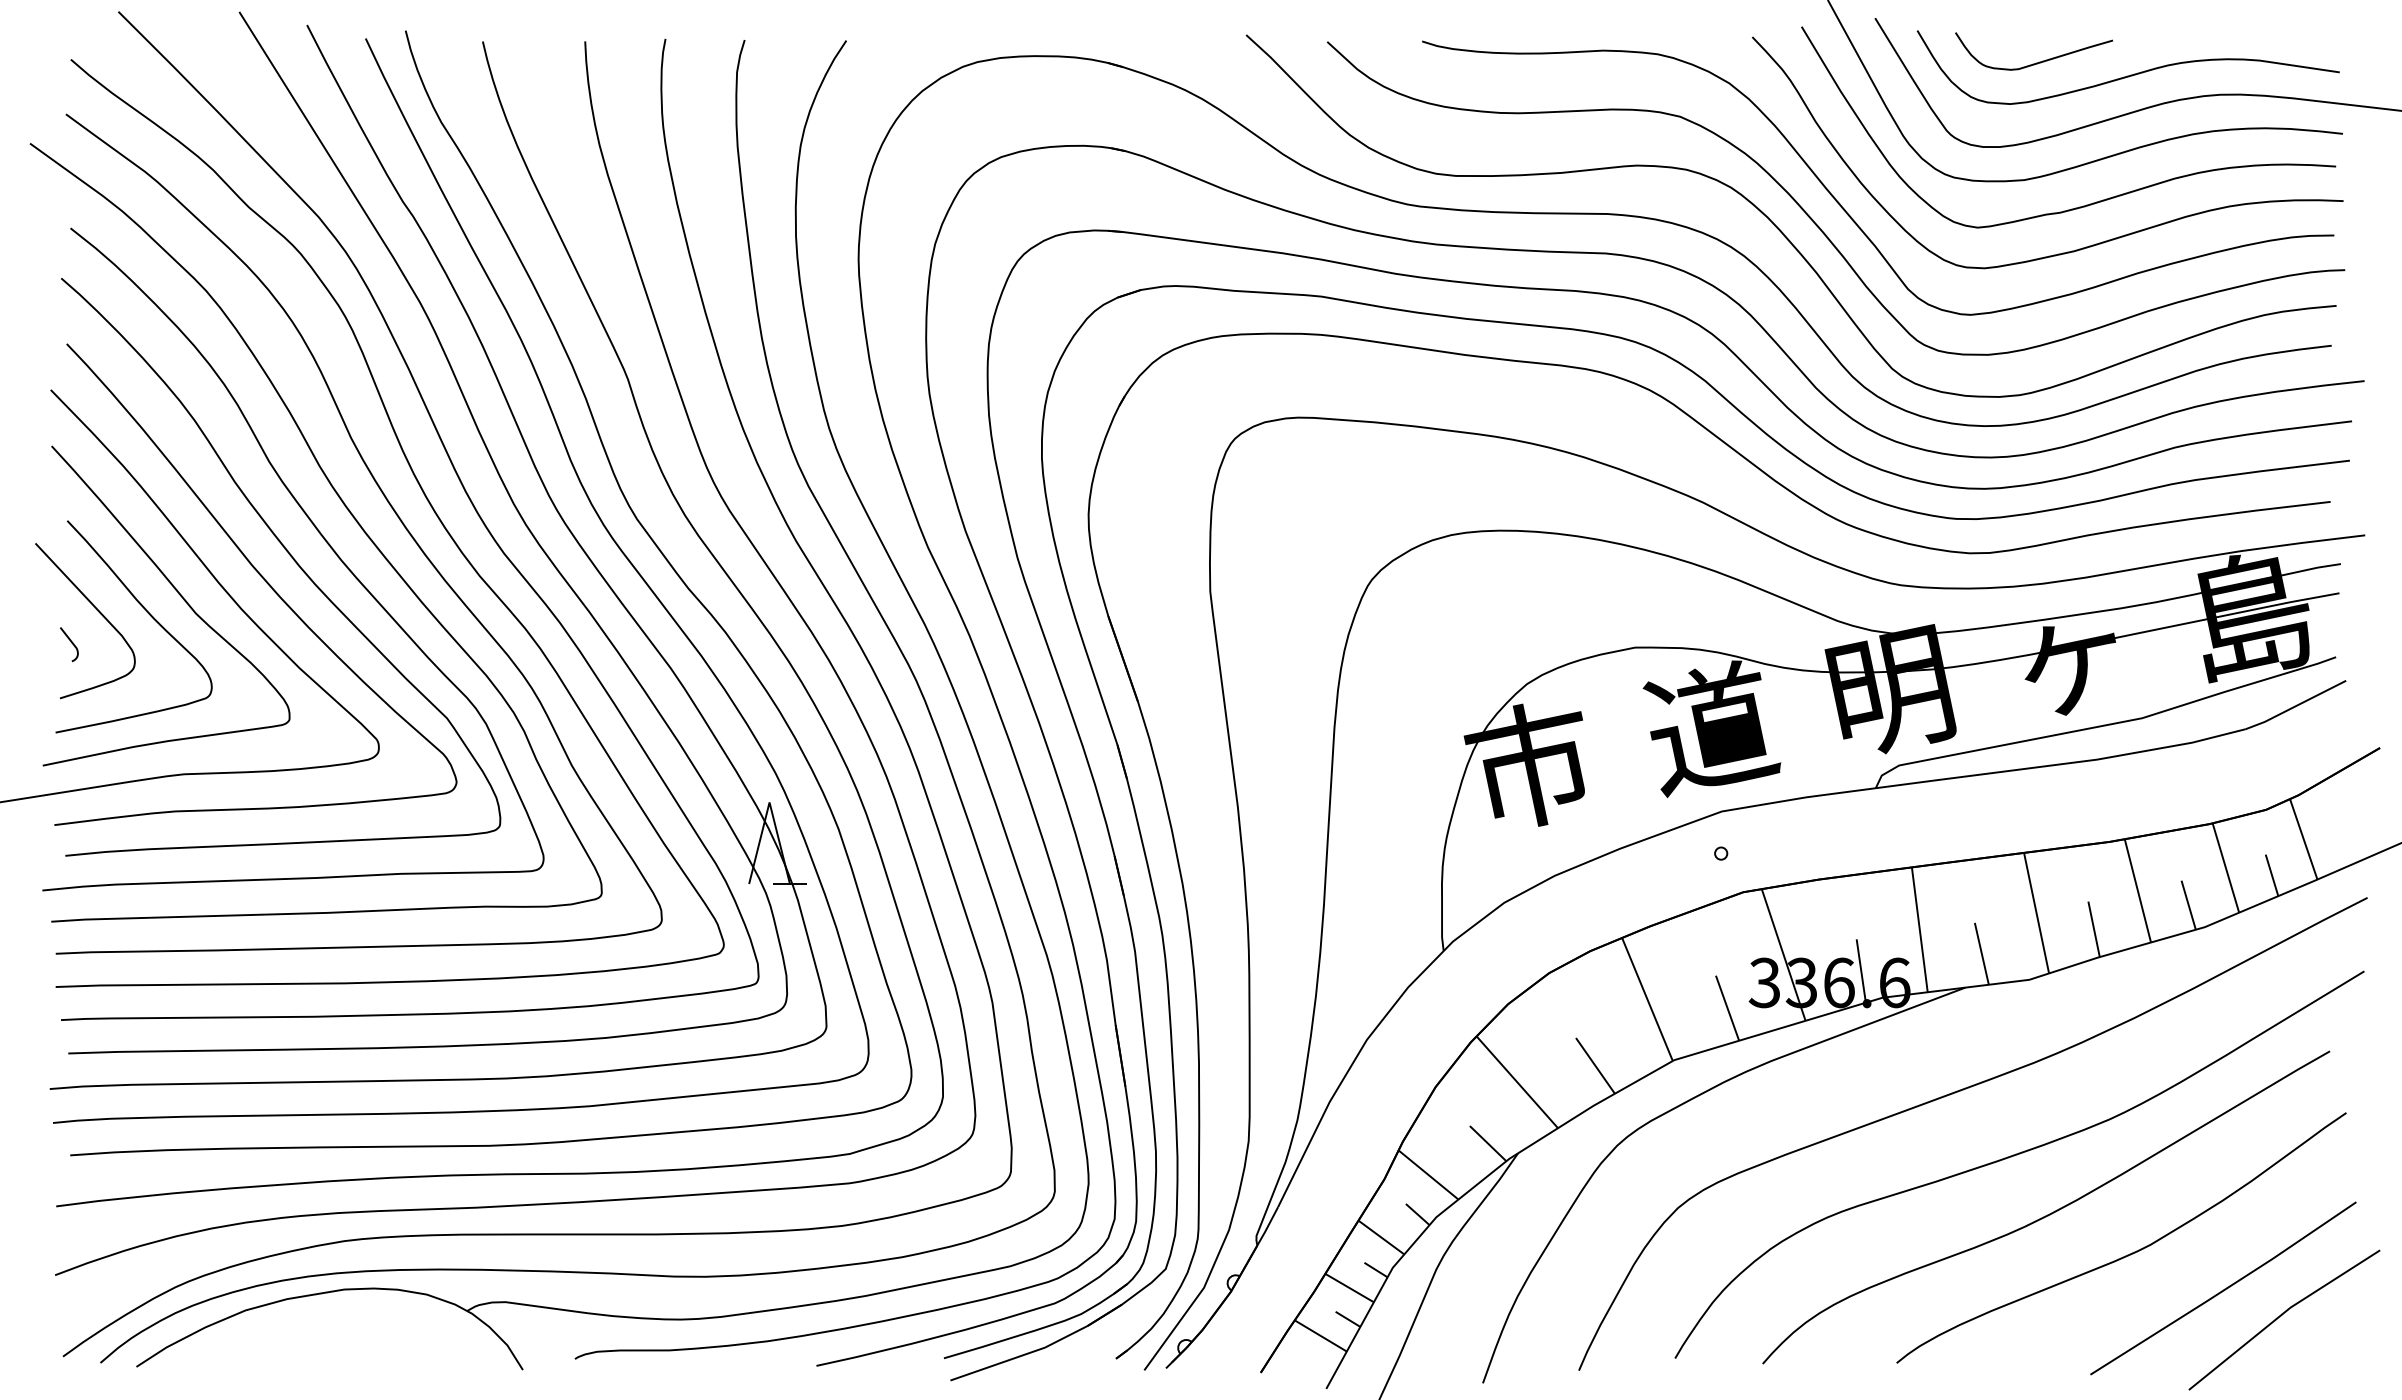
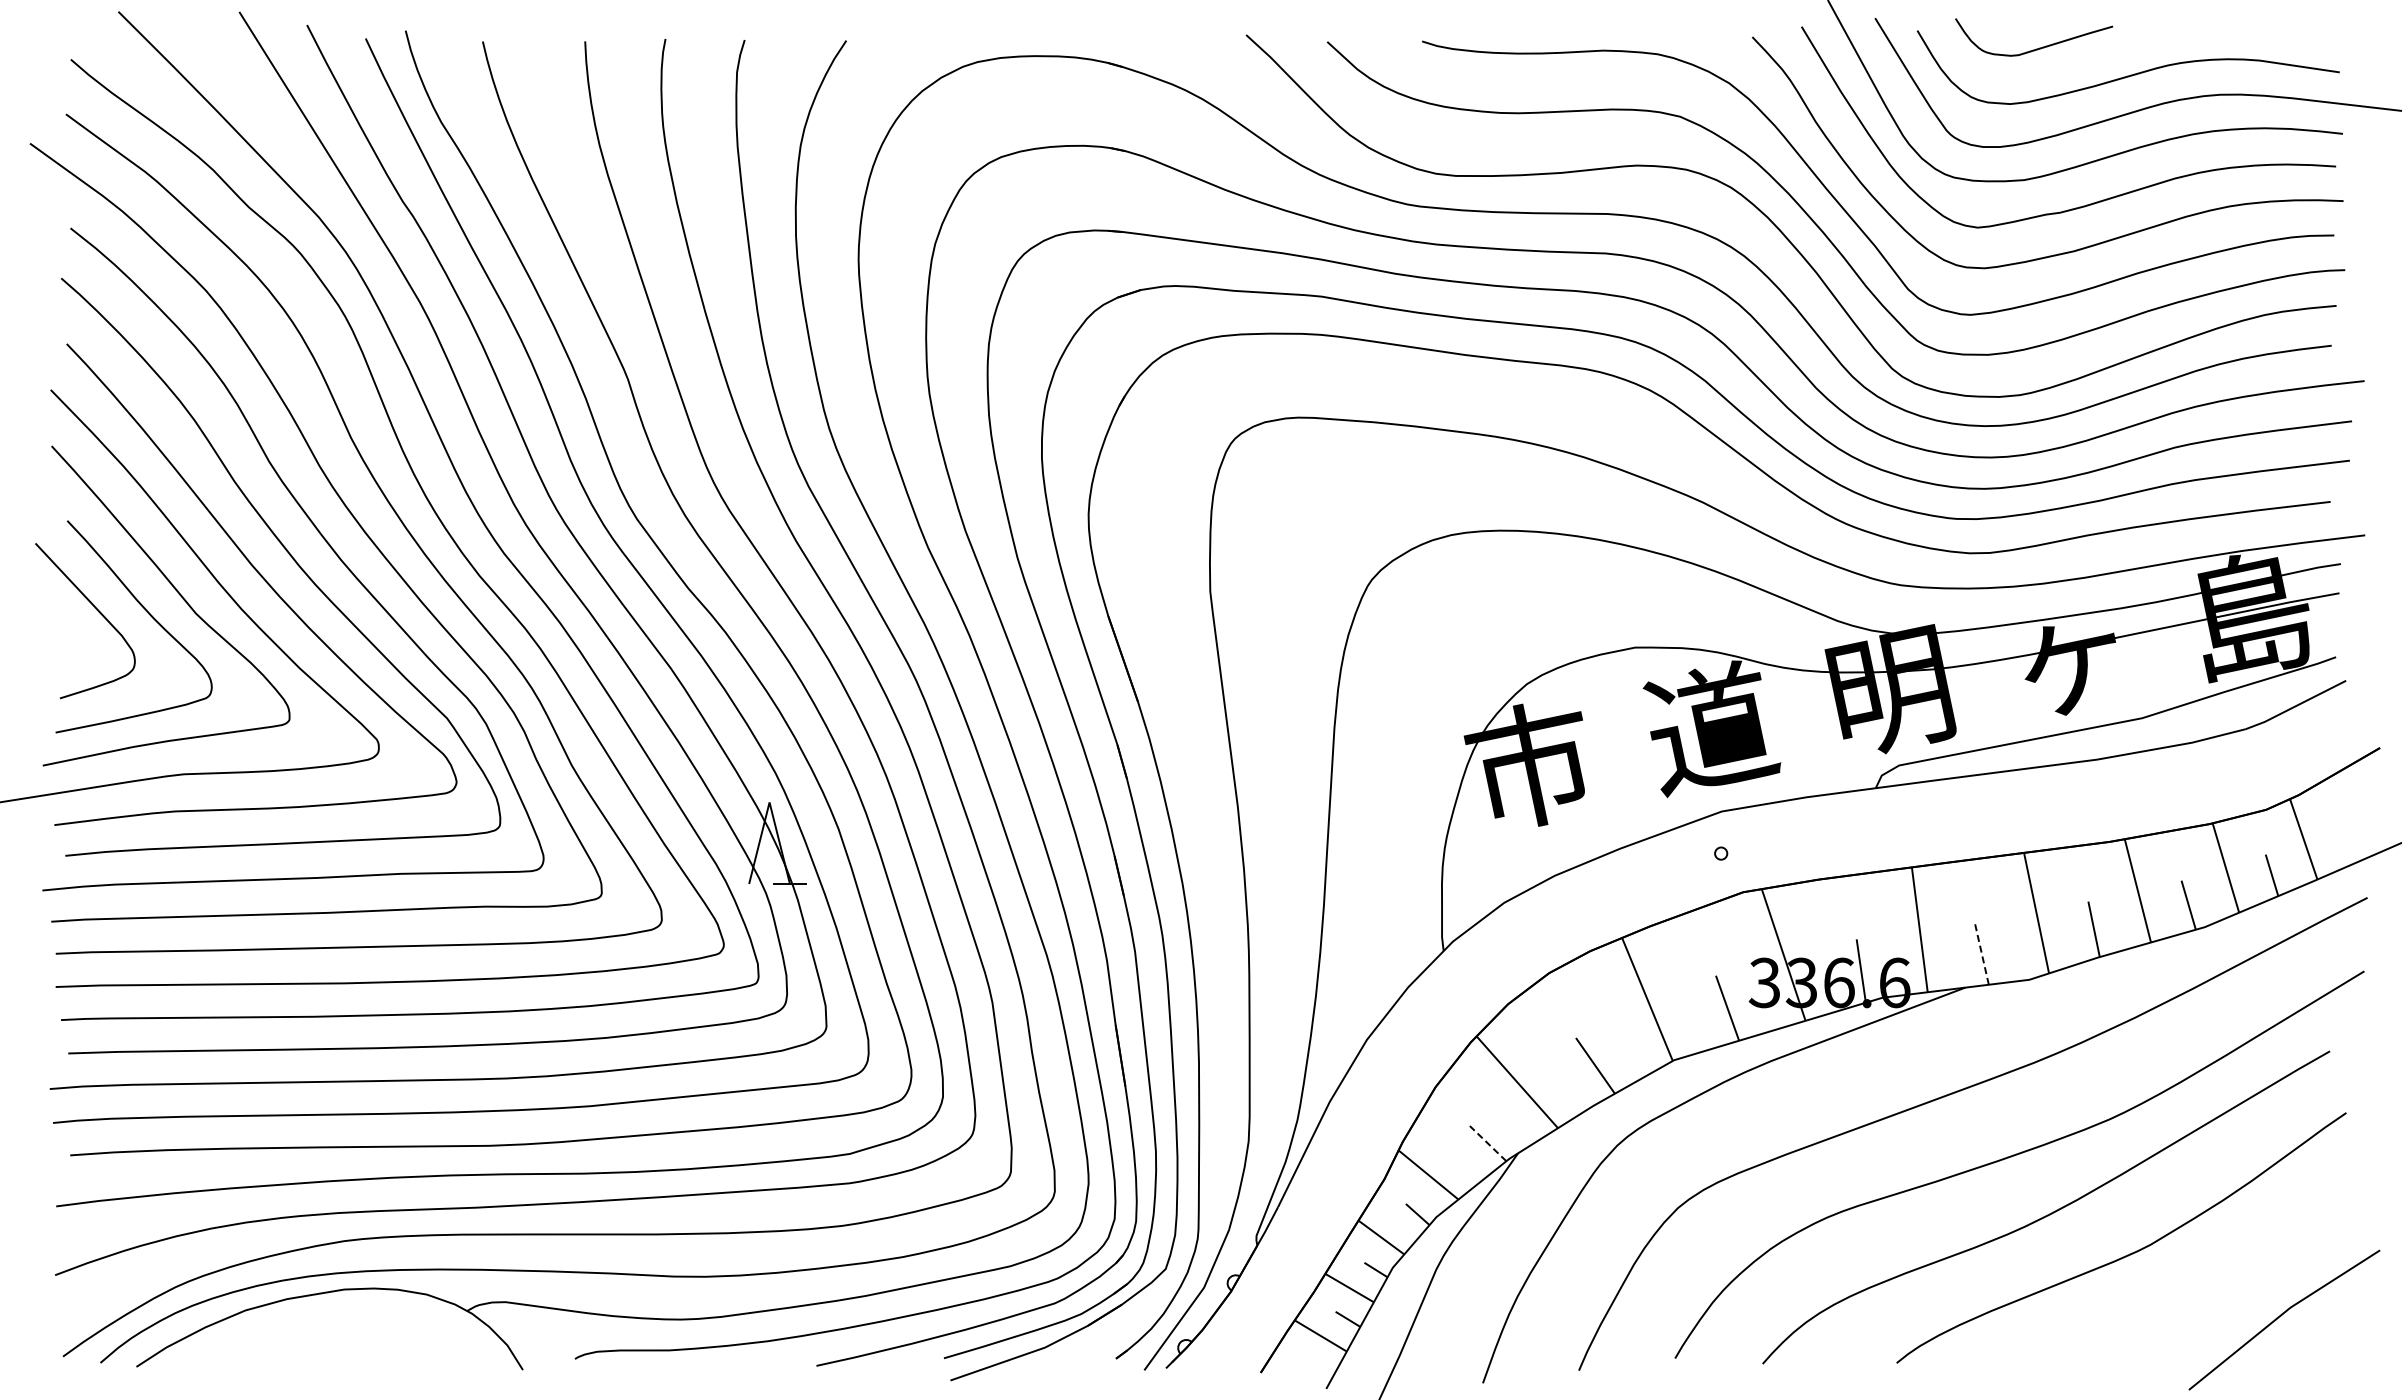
curve at (2039, 61) position: (2039, 61) -> (2039, 47)
curve at (70, 642): present -> none
line at (1981, 953): solid -> dashed
line at (1487, 1143): solid -> dashed
line at (2224, 1288): present -> none
